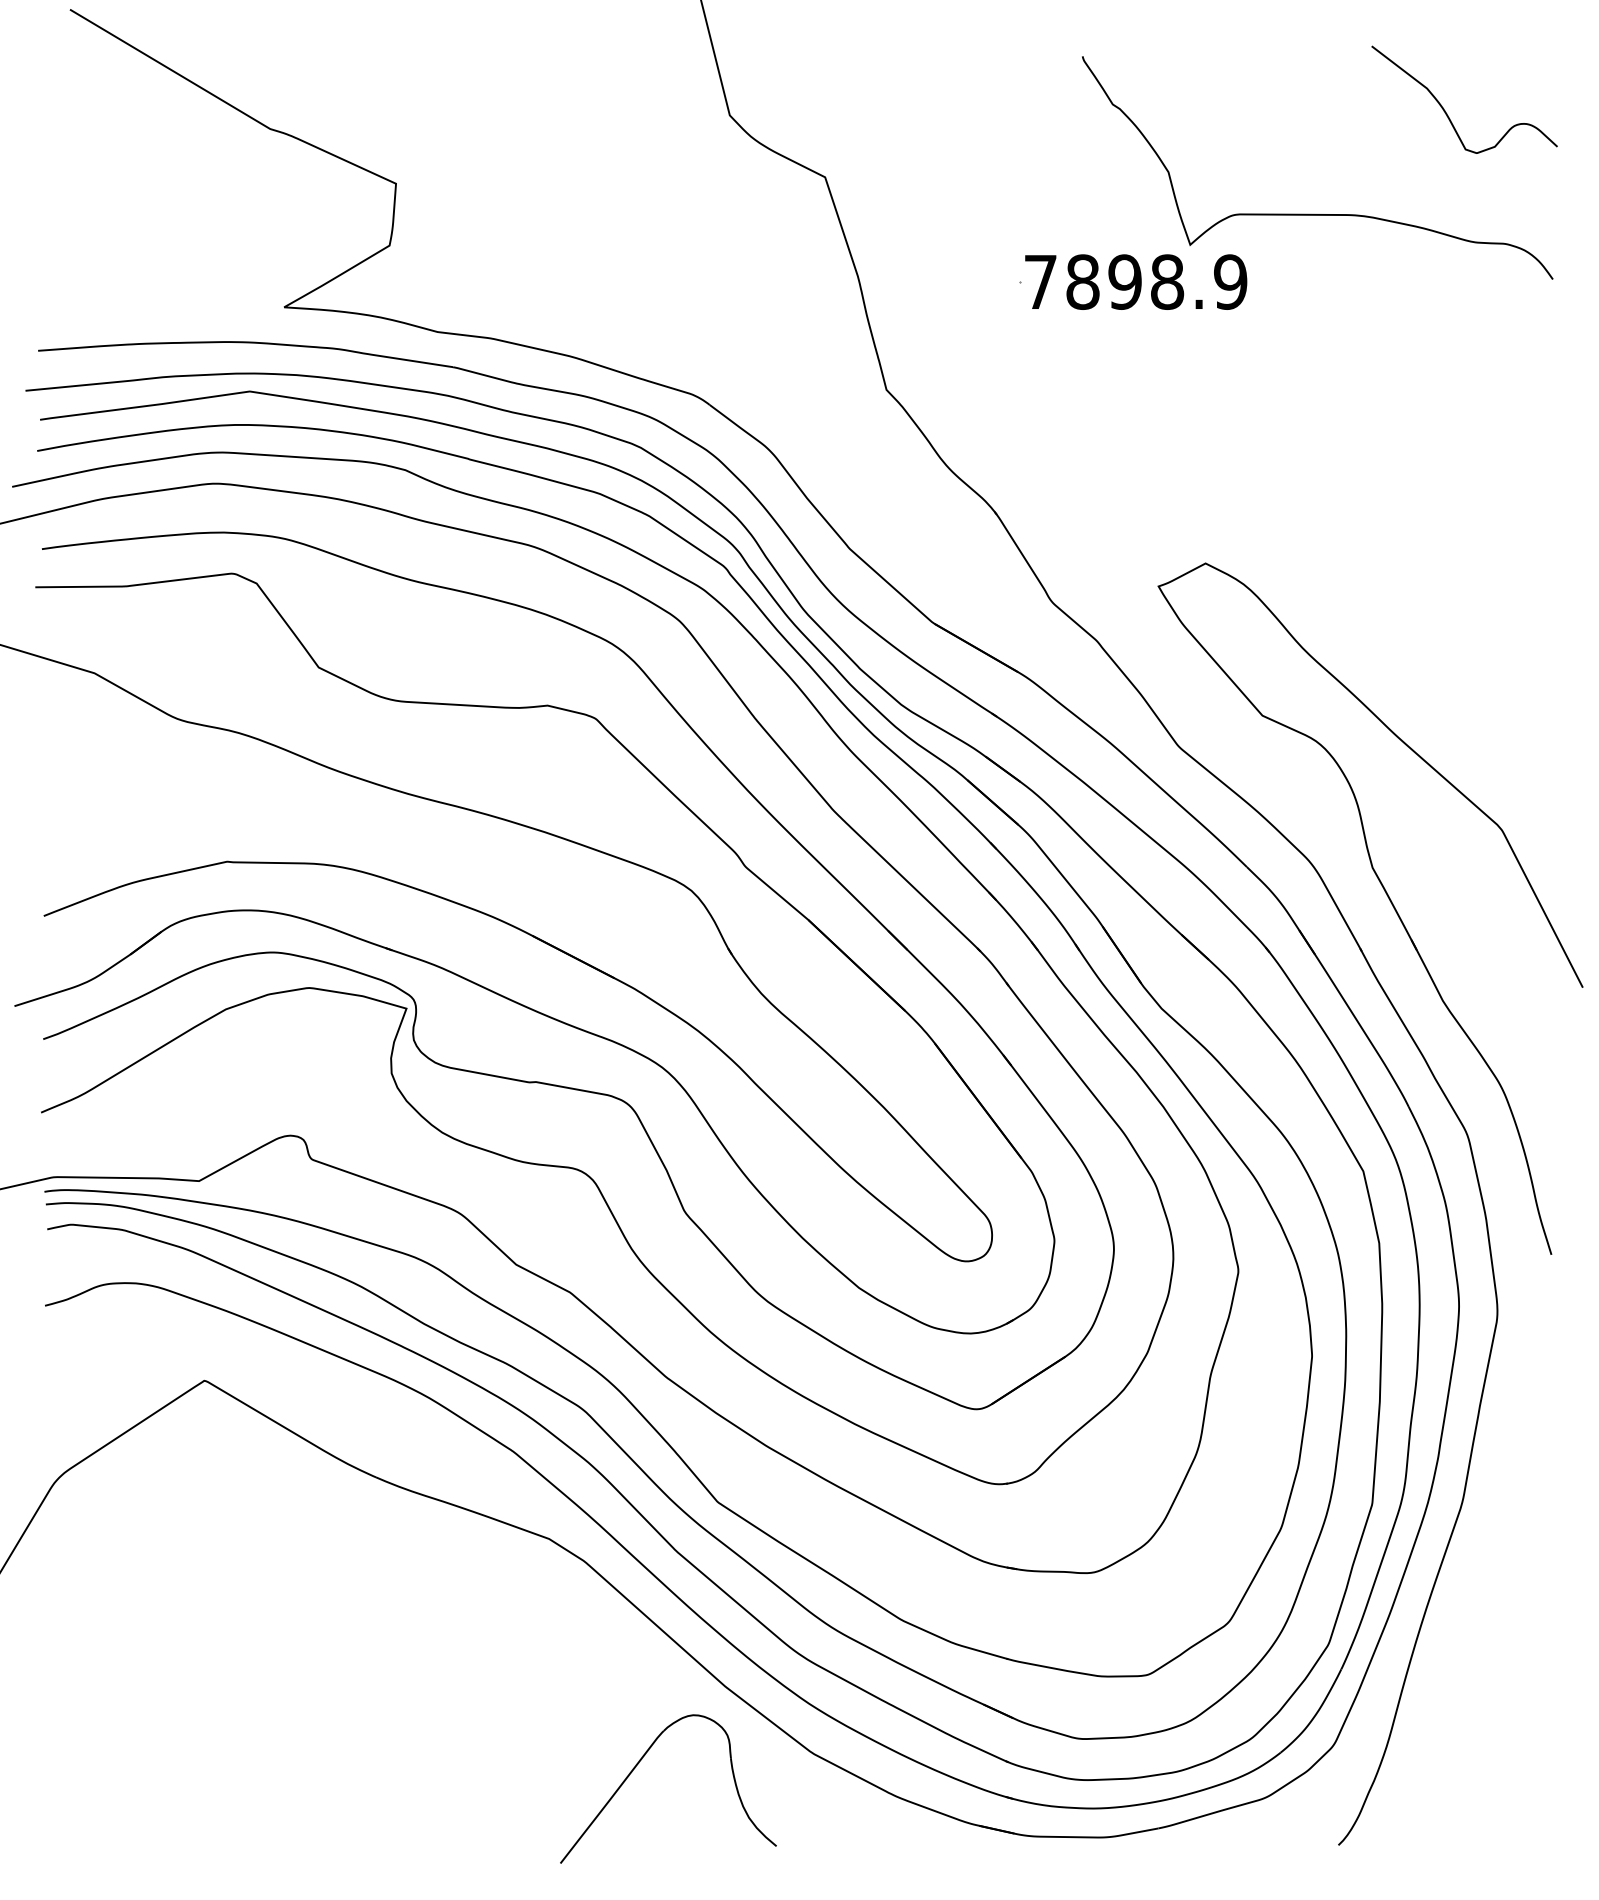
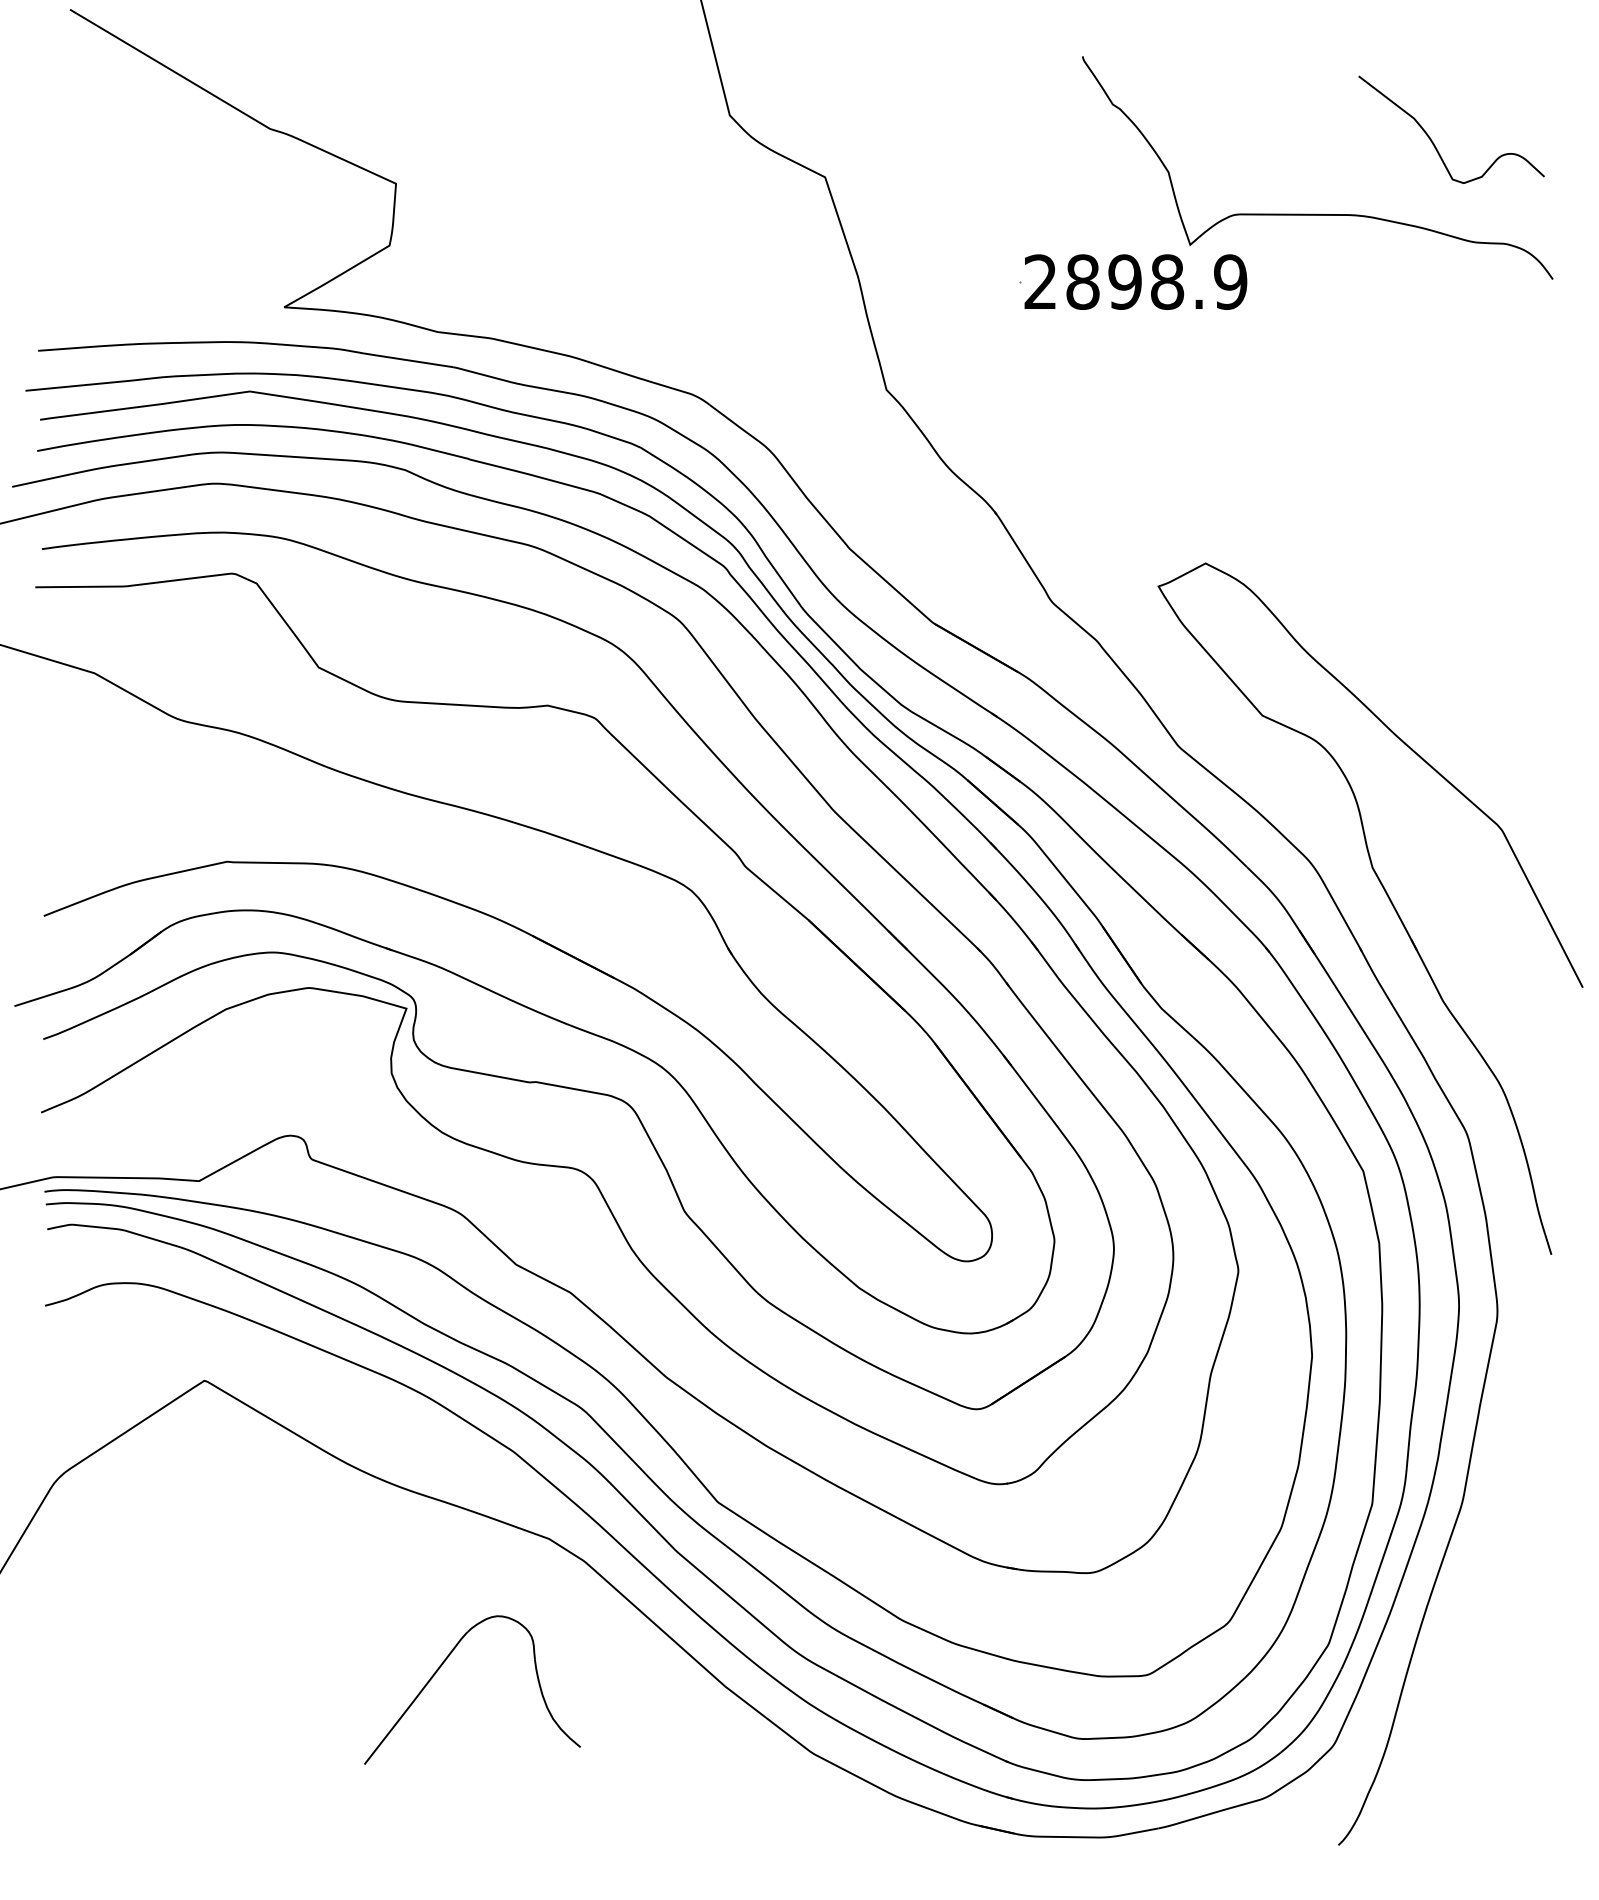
curve at (1444, 108) position: (1444, 108) -> (1431, 138)
text at (1040, 281): 7898.9 -> 2898.9
part at (639, 1763) position: (639, 1763) -> (443, 1664)
